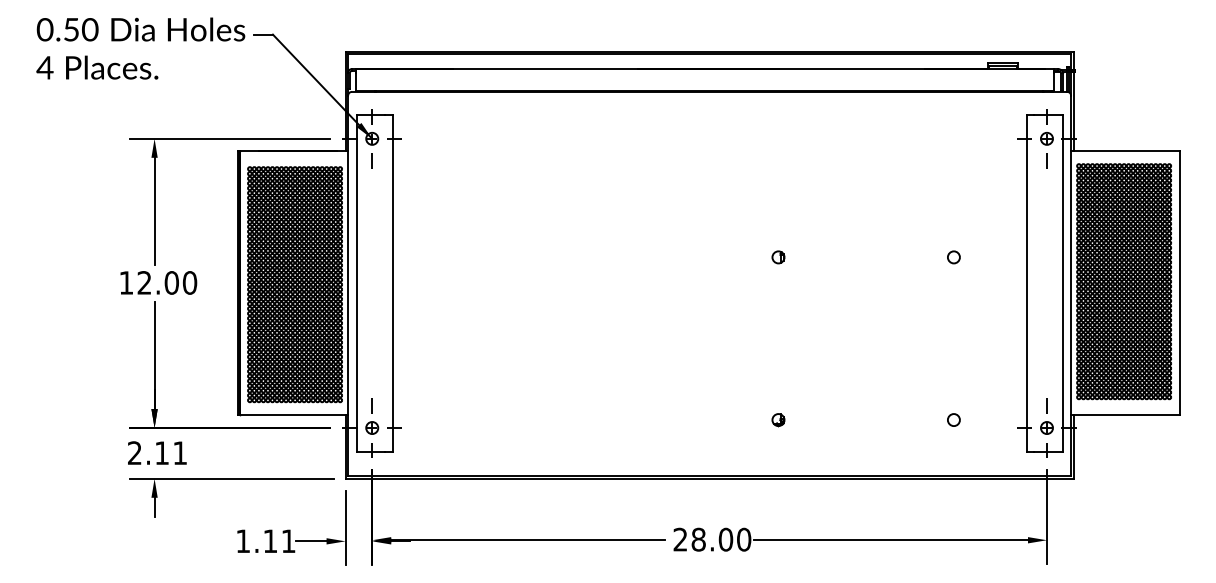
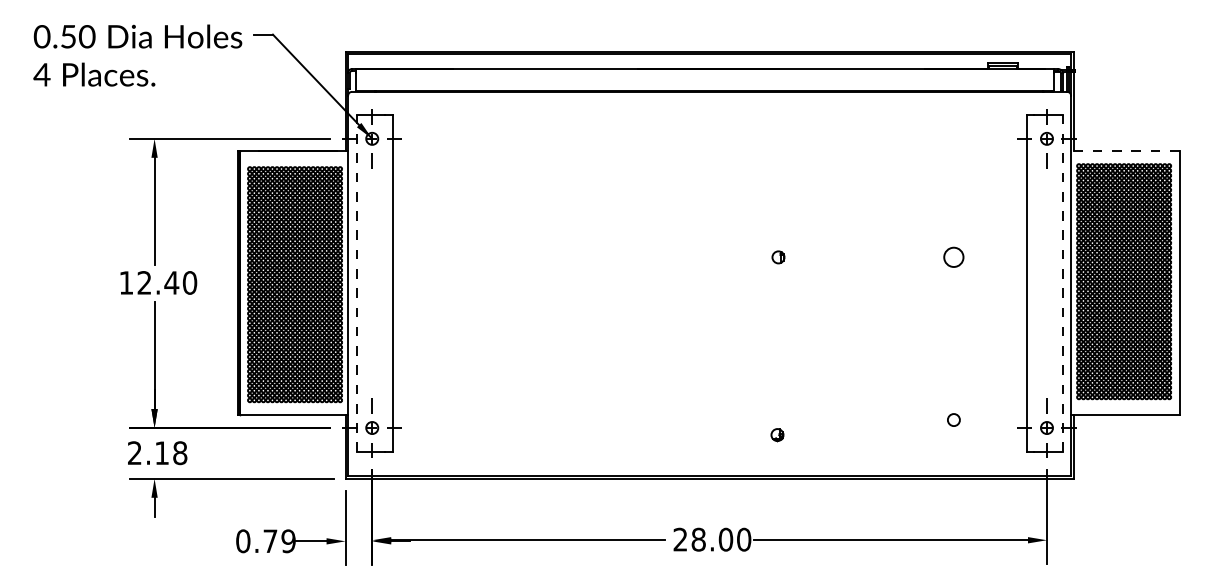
text at (140, 48) position: (140, 48) -> (137, 55)
line at (1124, 151): solid -> dashed
circle at (953, 257) size: 14x15 px -> 22x22 px
text at (171, 282): 12.00 -> 12.40
line at (356, 283): solid -> dashed
line at (1062, 283): solid -> dashed
part at (778, 420) position: (778, 420) -> (777, 435)
text at (180, 453): 2.11 -> 2.18
text at (265, 541): 1.11 -> 0.79
